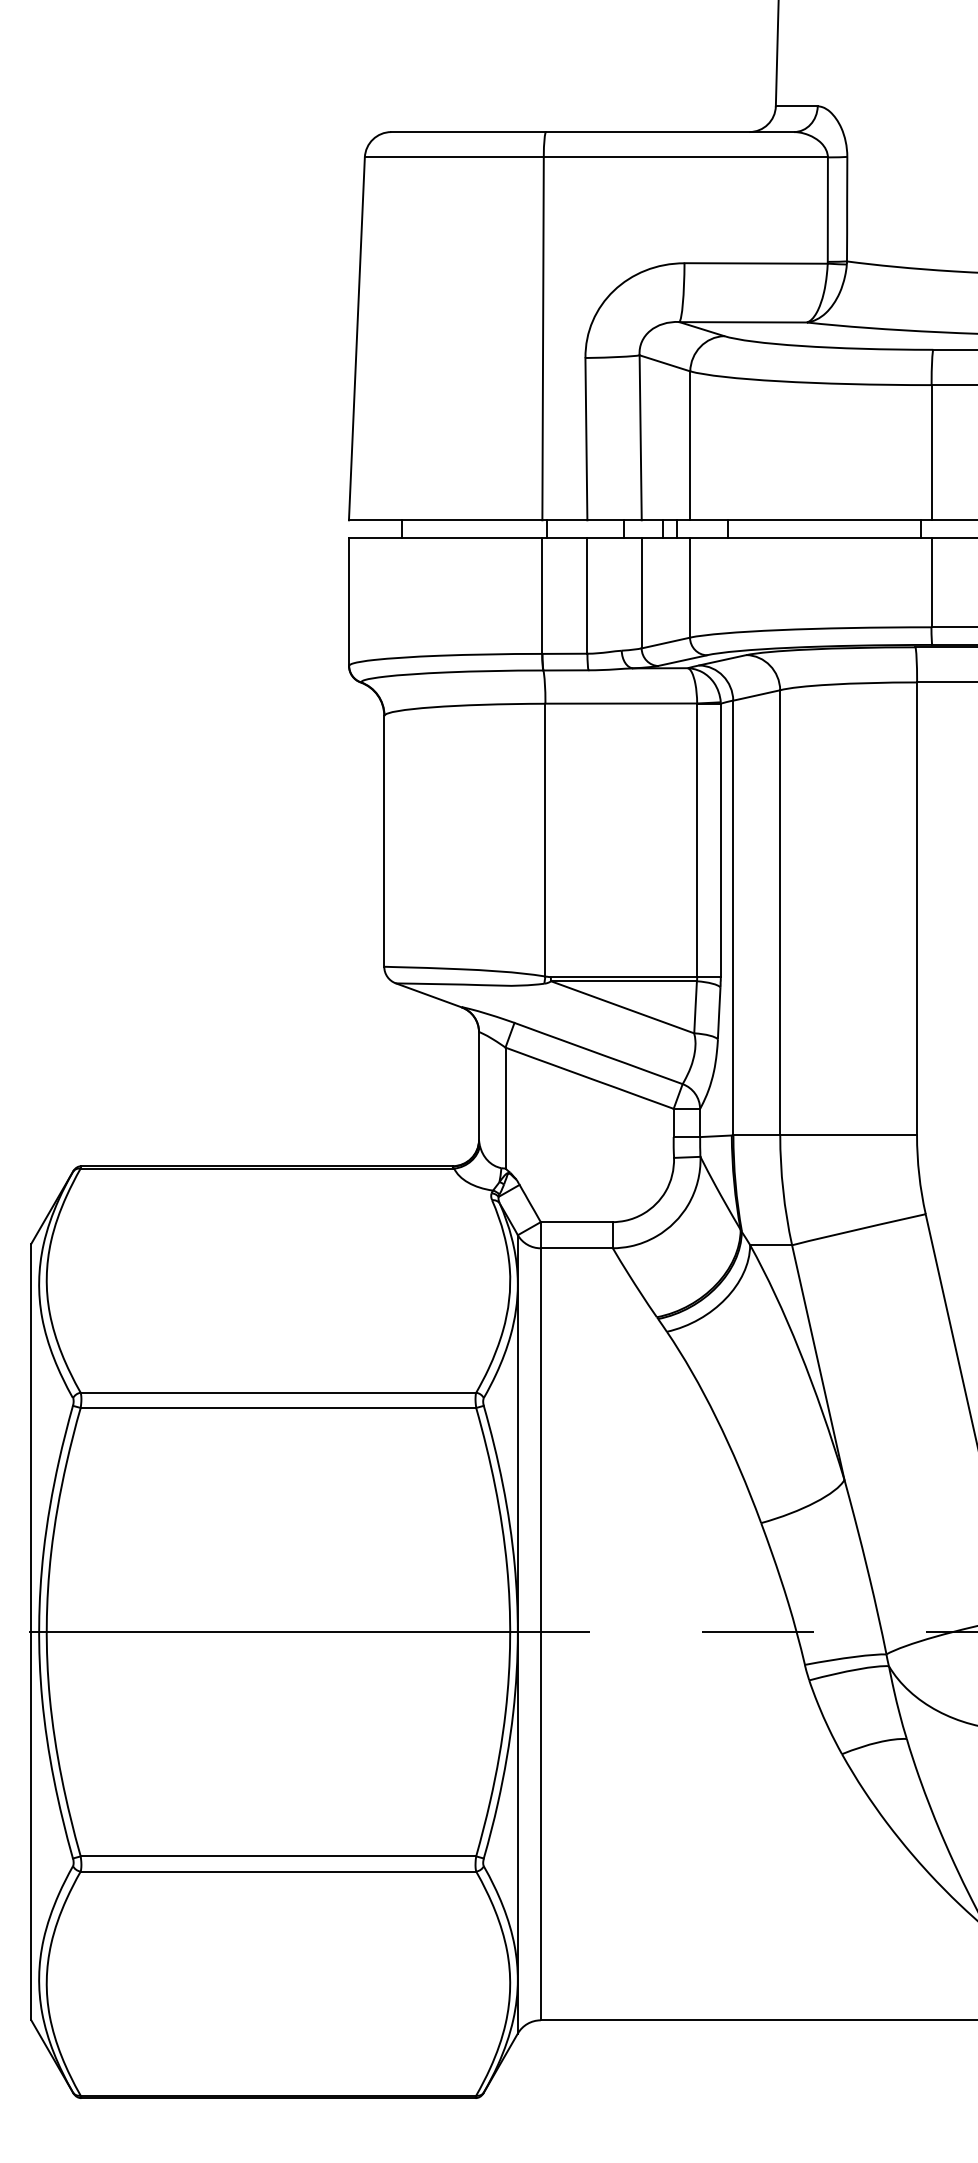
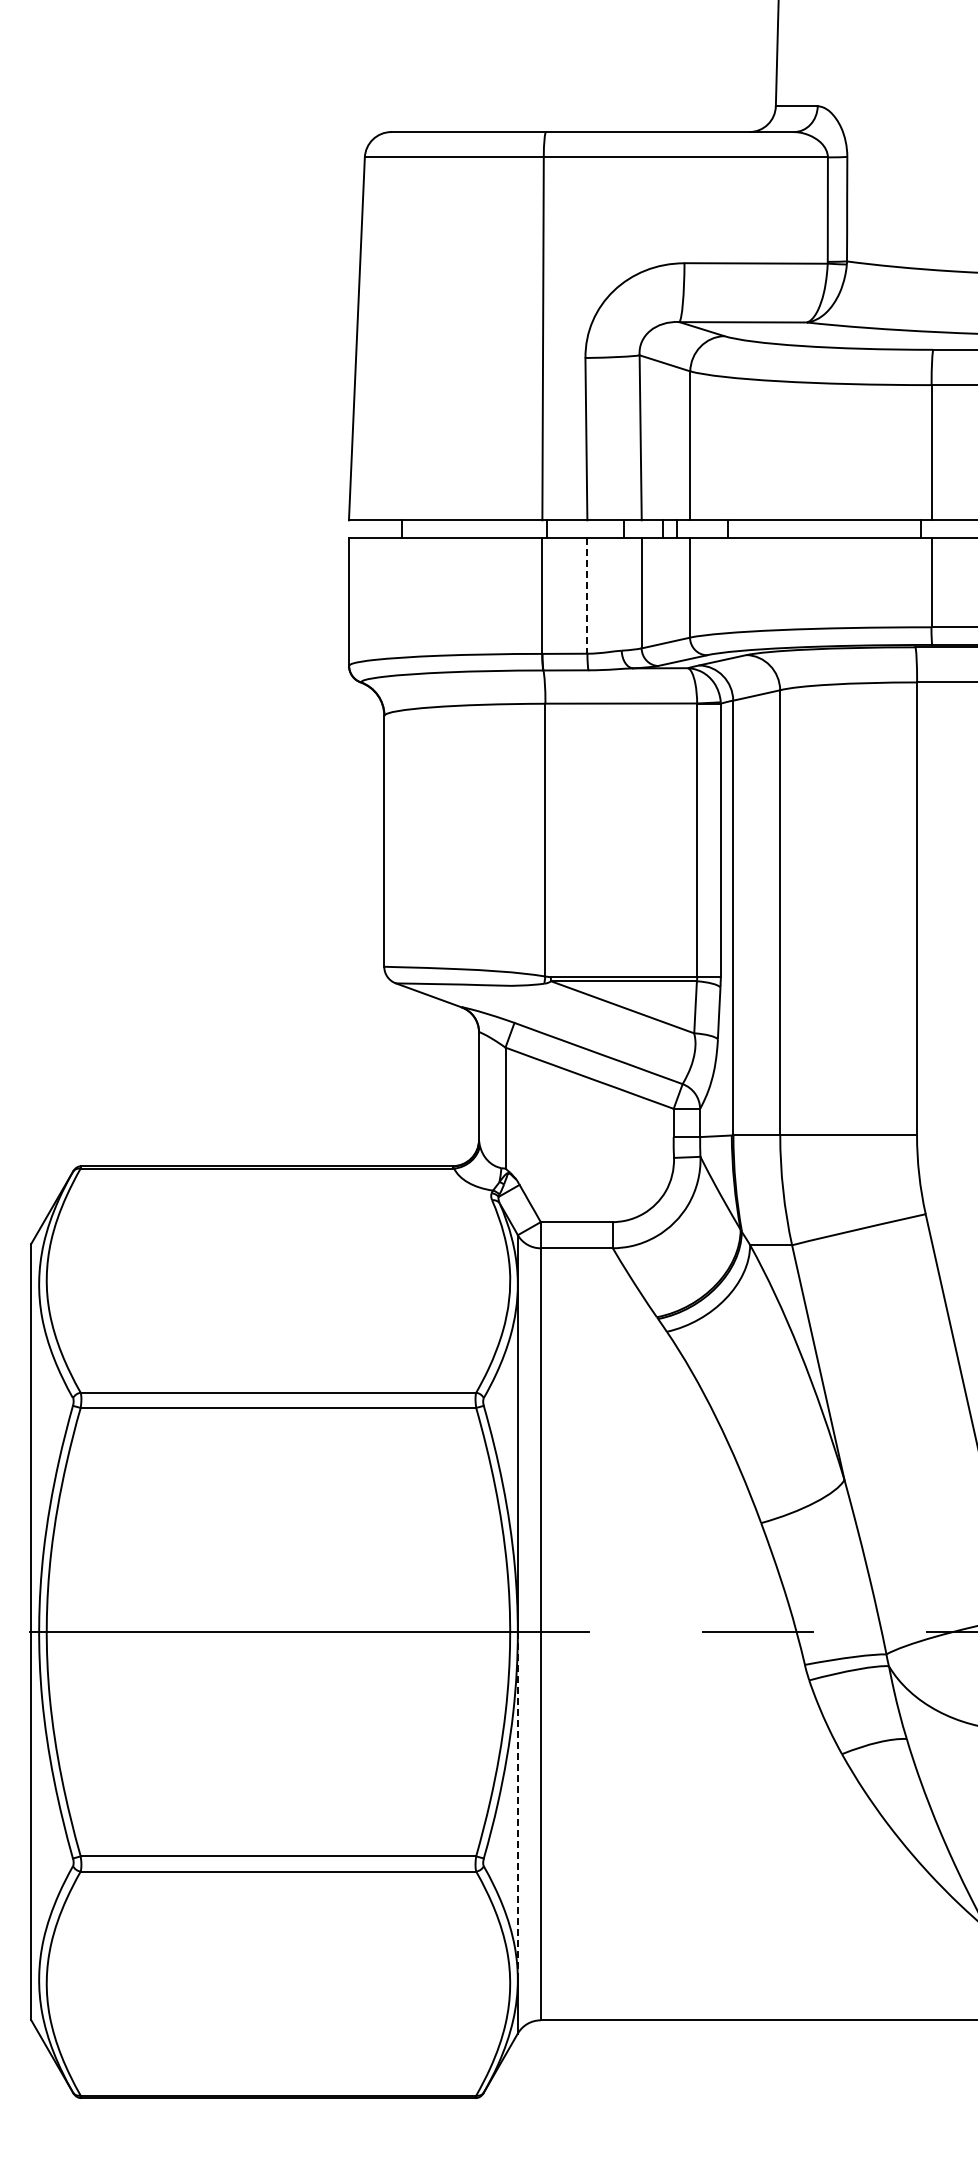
line at (587, 595): solid -> dashed
line at (517, 1806): solid -> dashed
